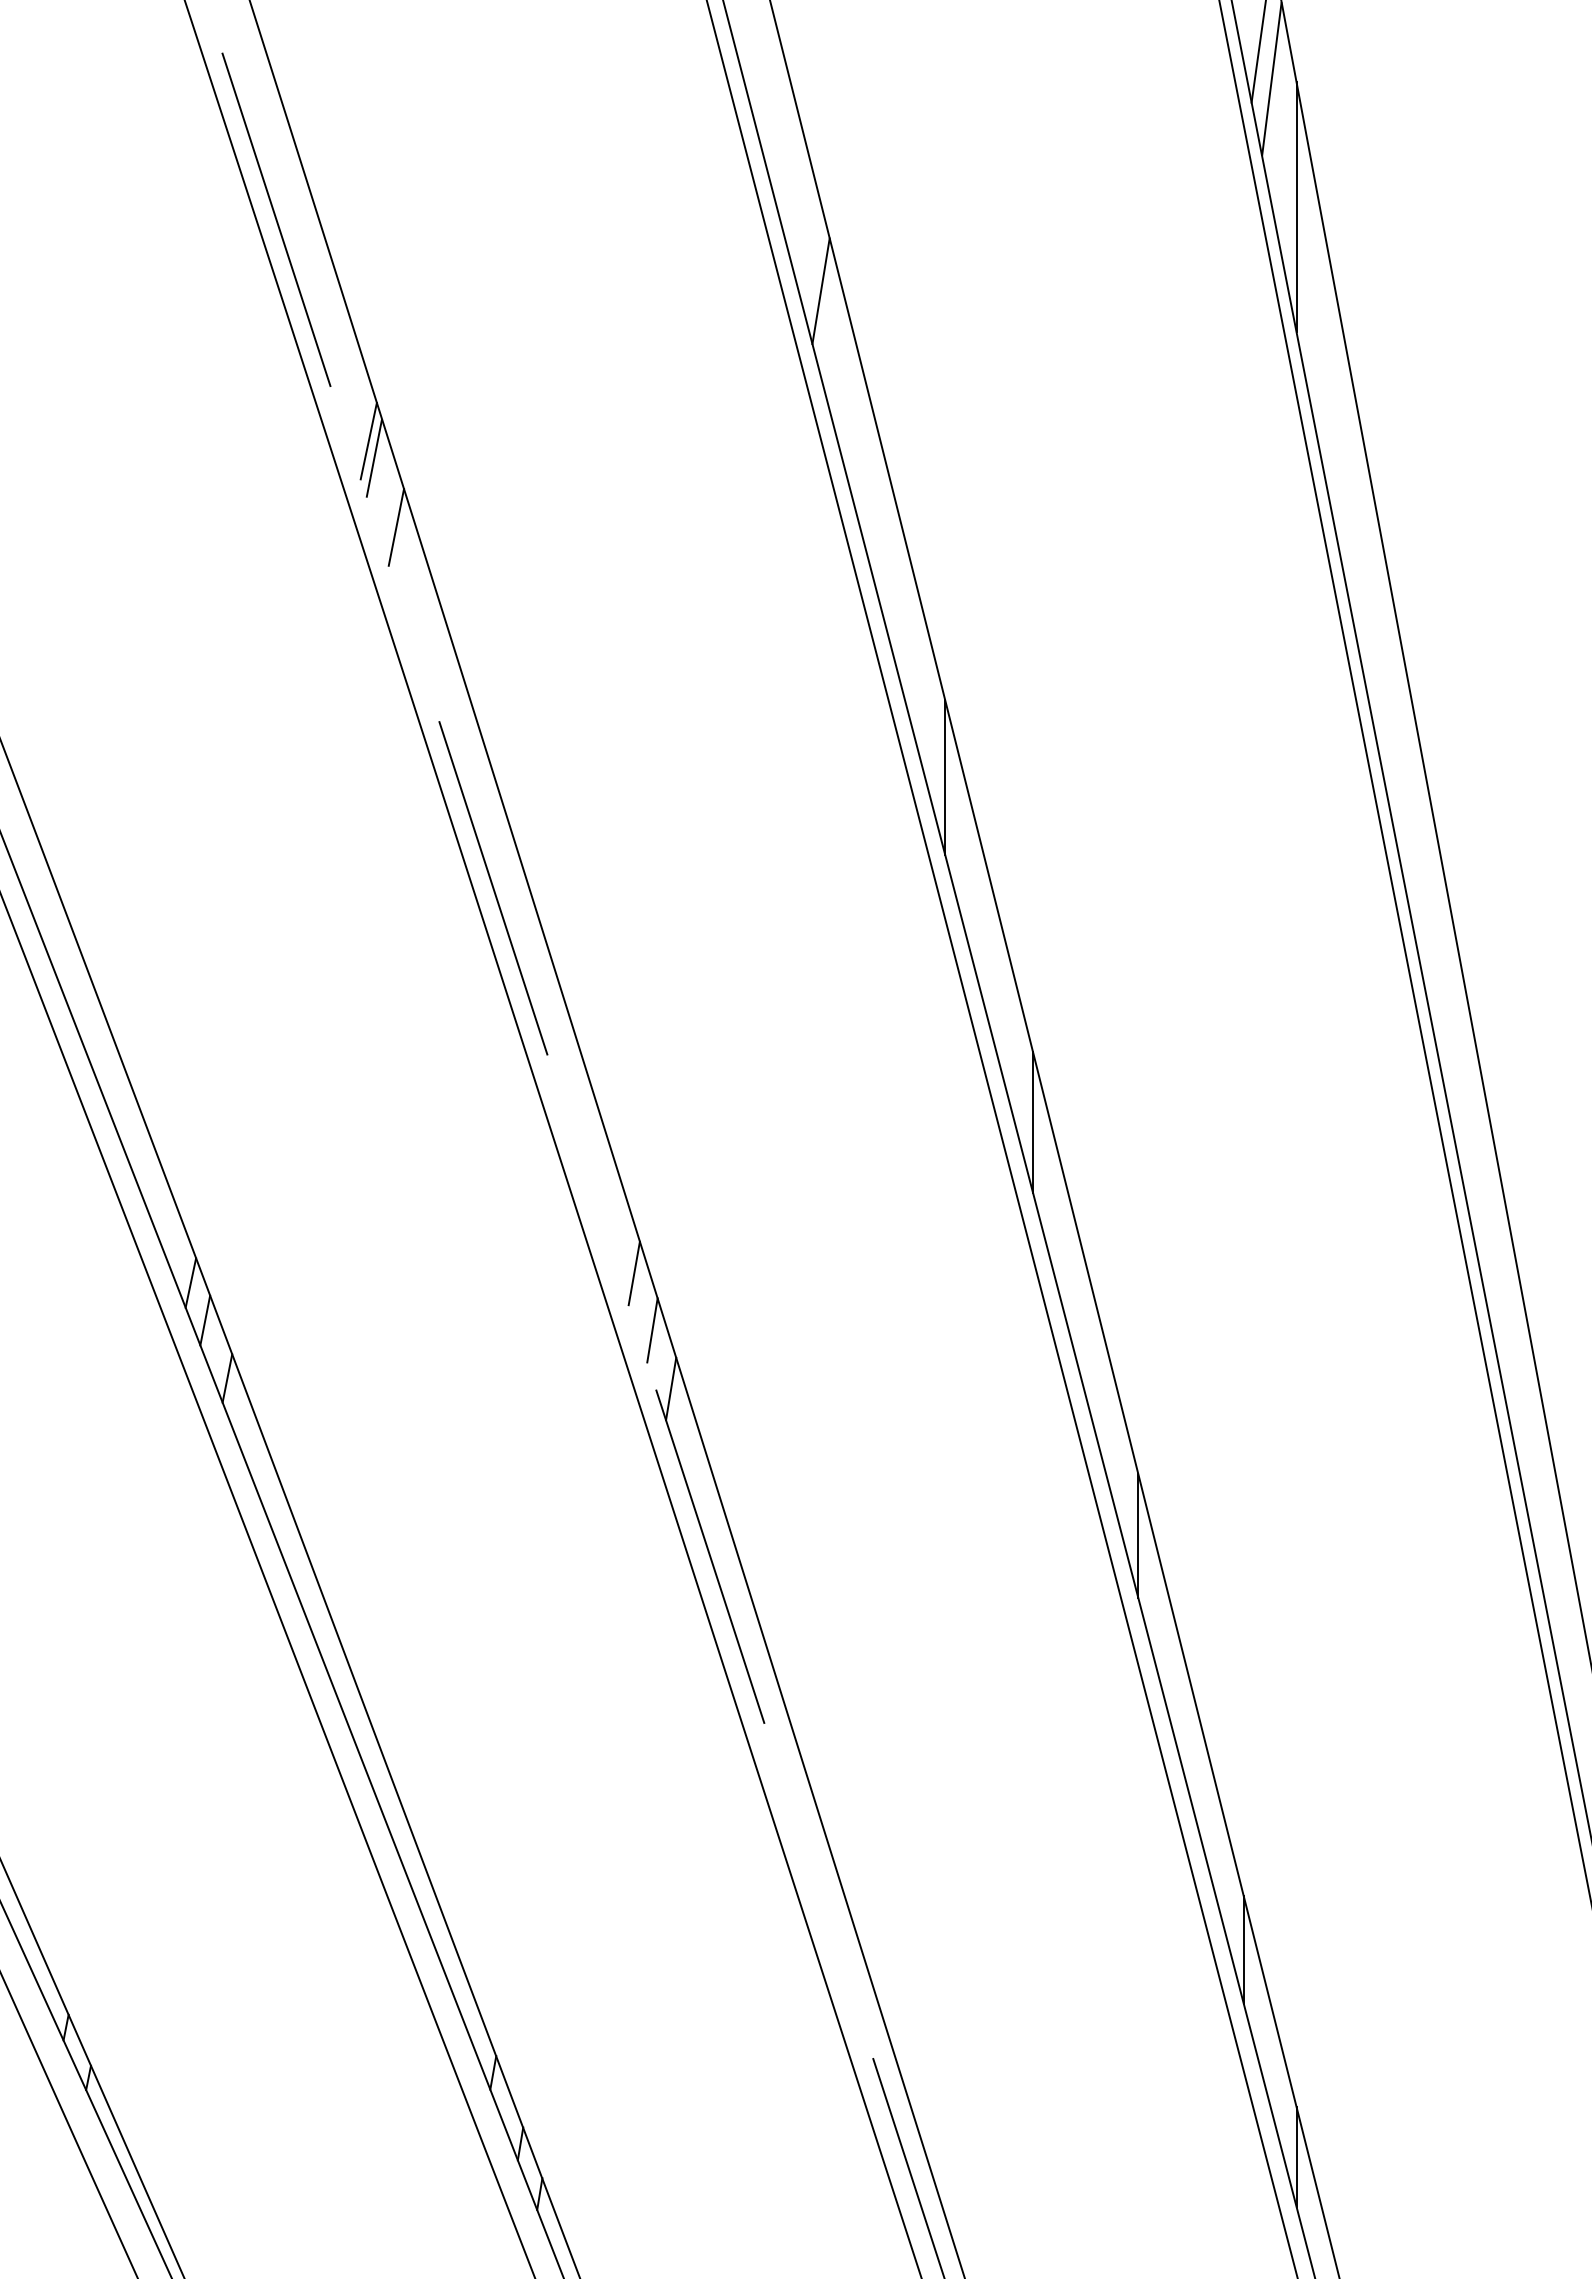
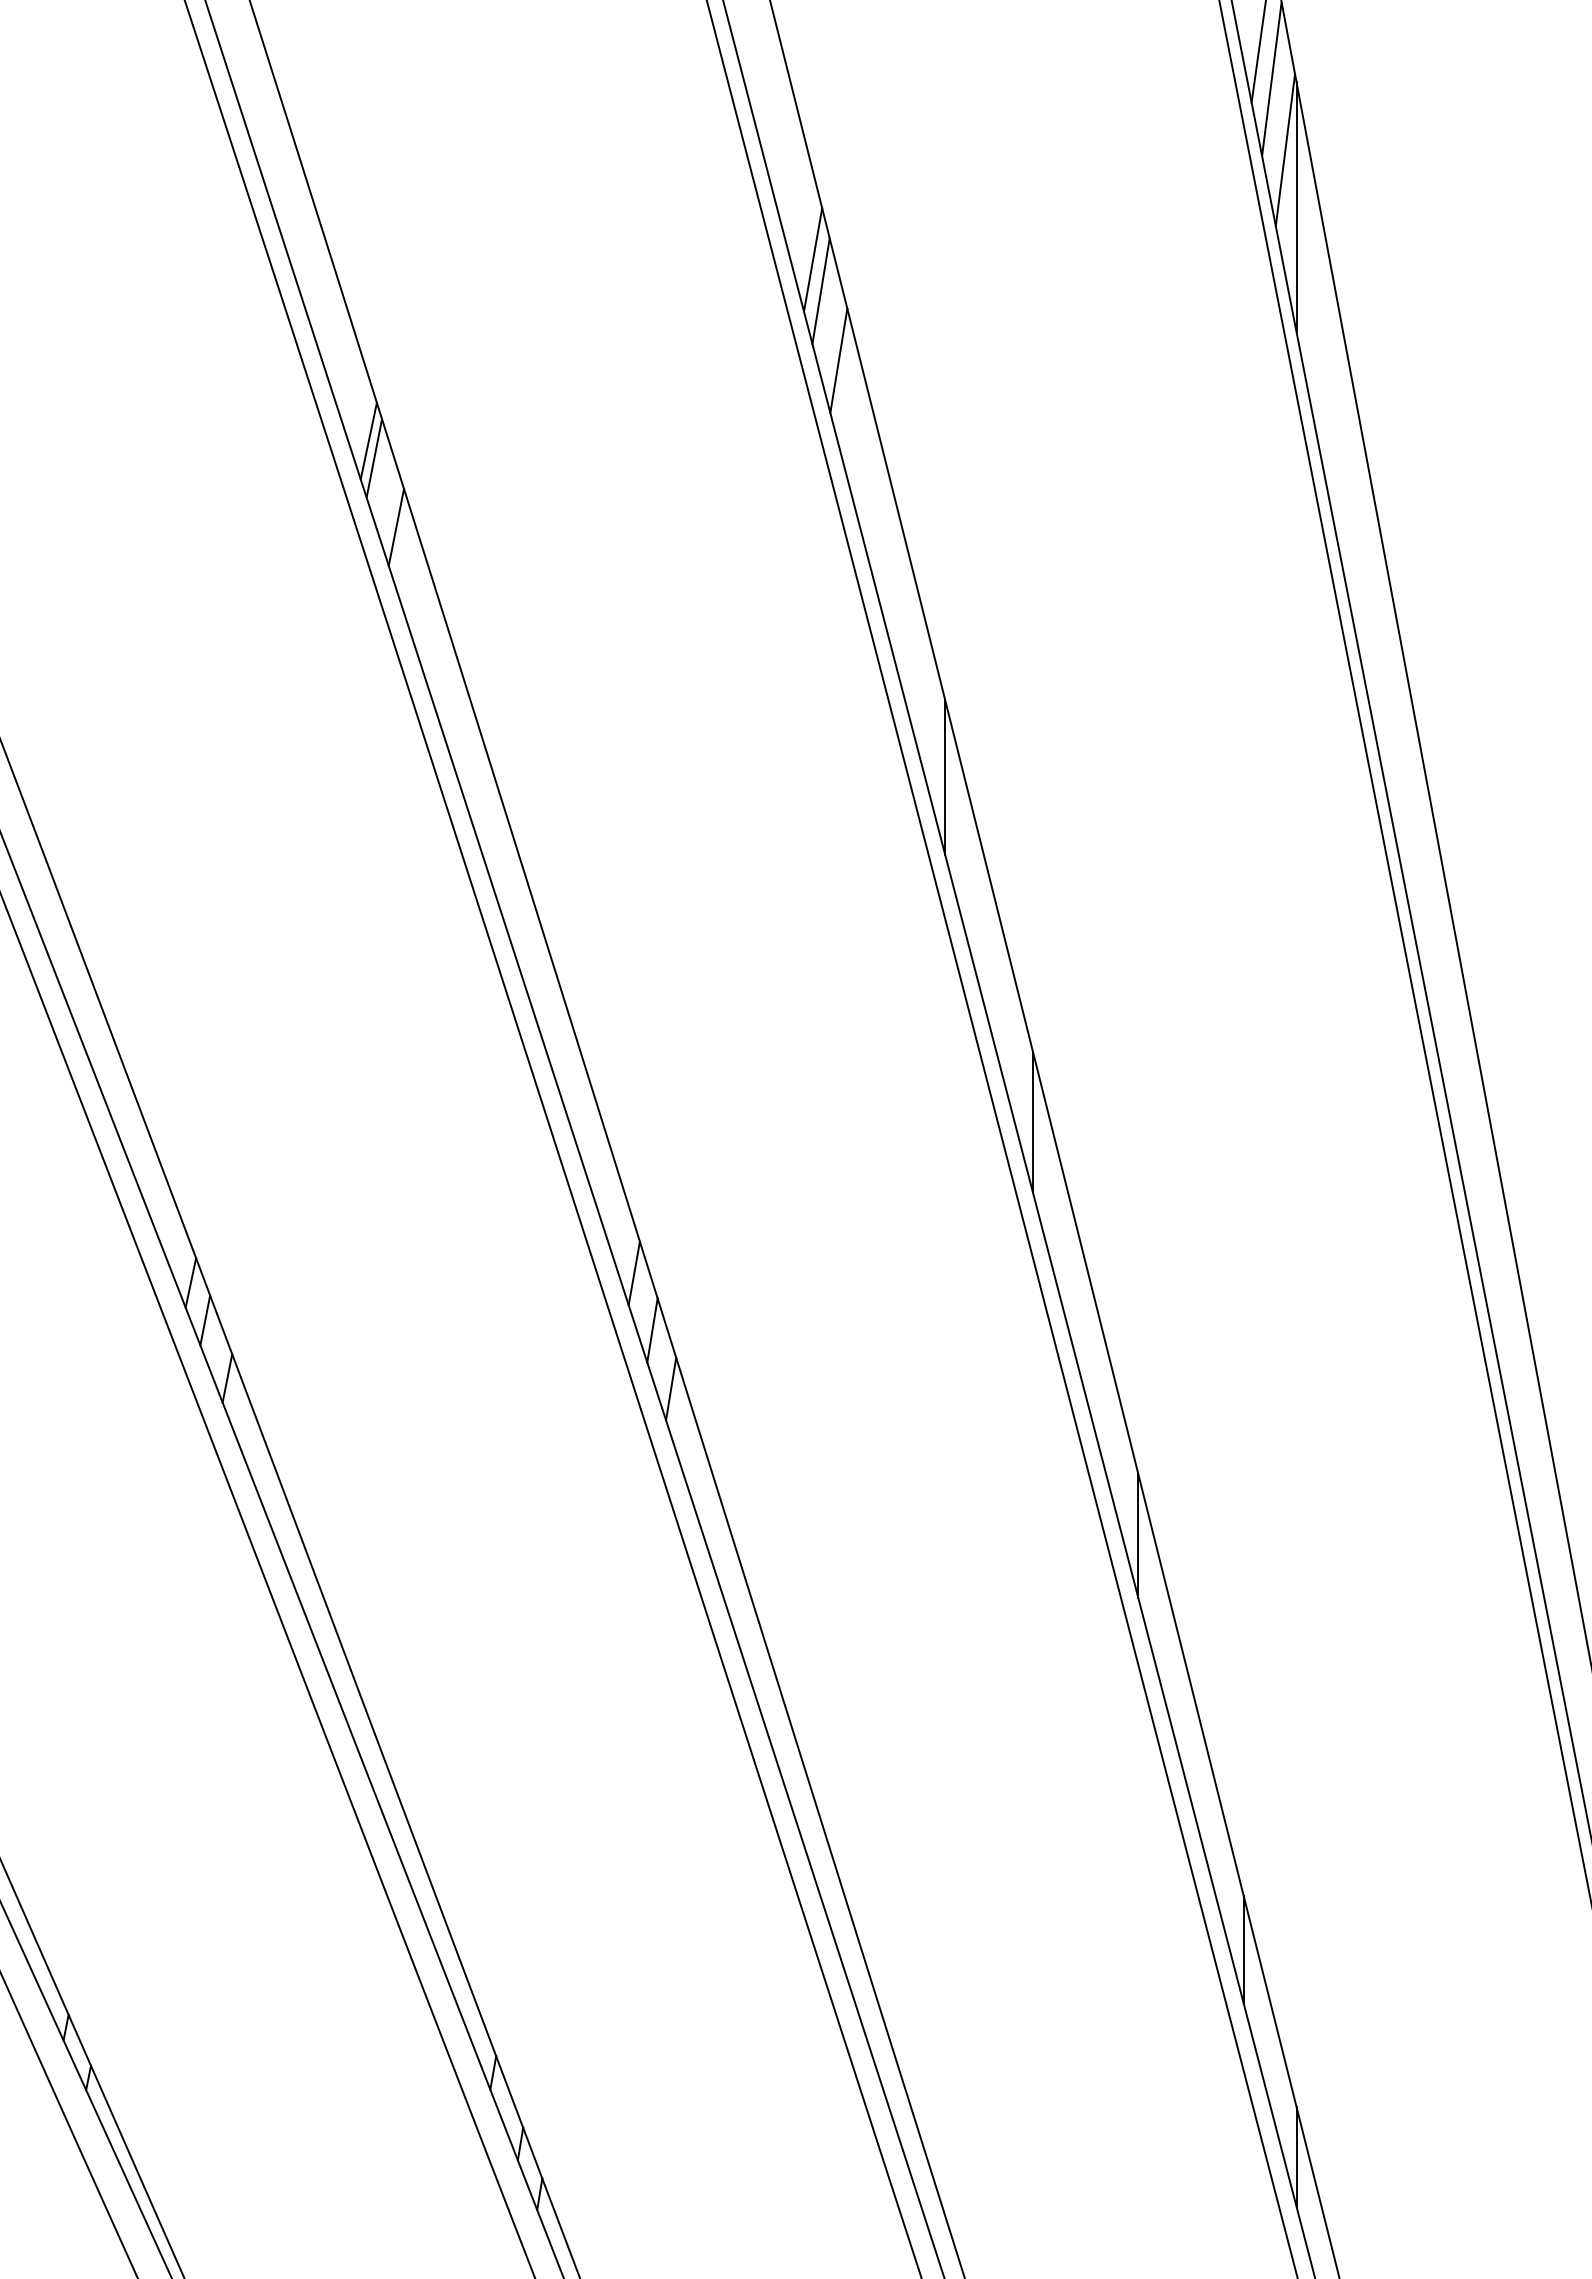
line at (1285, 150): none -> present
line at (813, 259): none -> present
line at (838, 360): none -> present
line at (574, 1139): dashed -> solid
